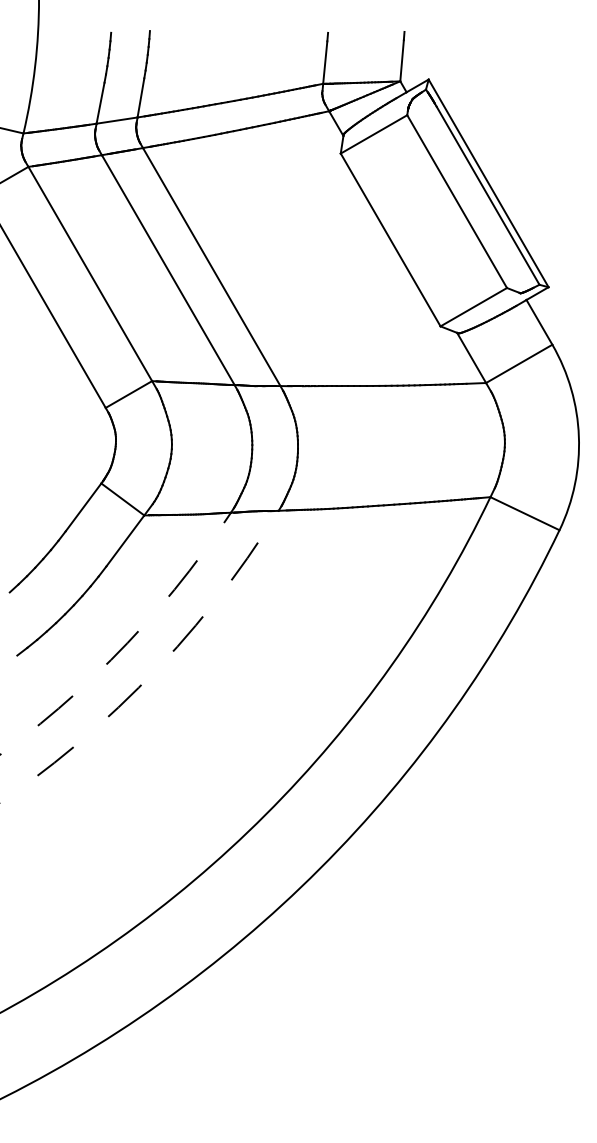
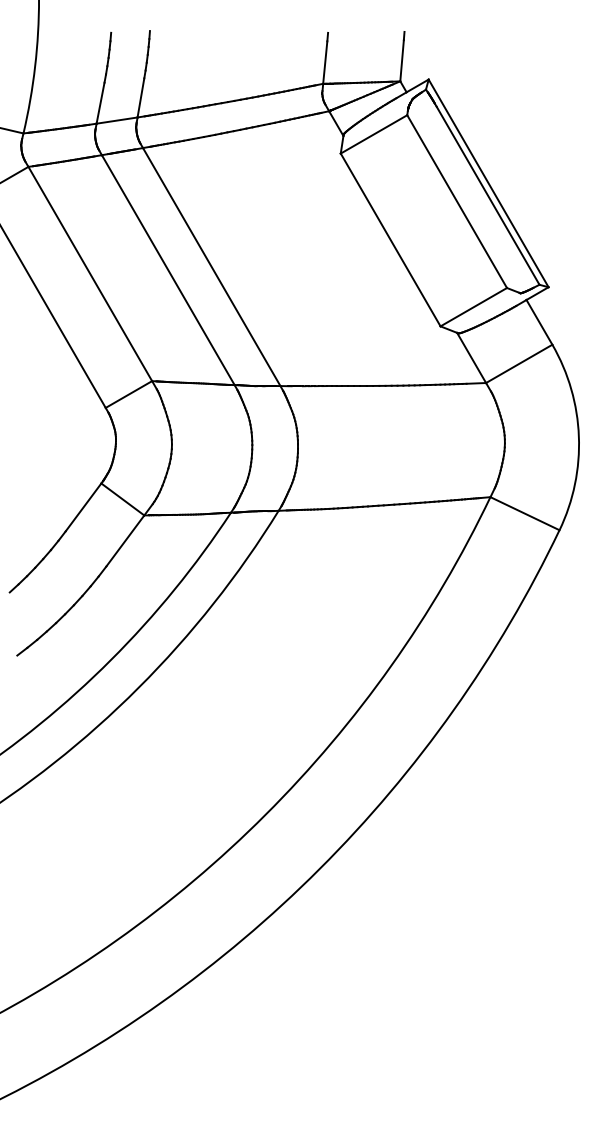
arc at (126, 643): dashed -> solid
arc at (154, 671): dashed -> solid
